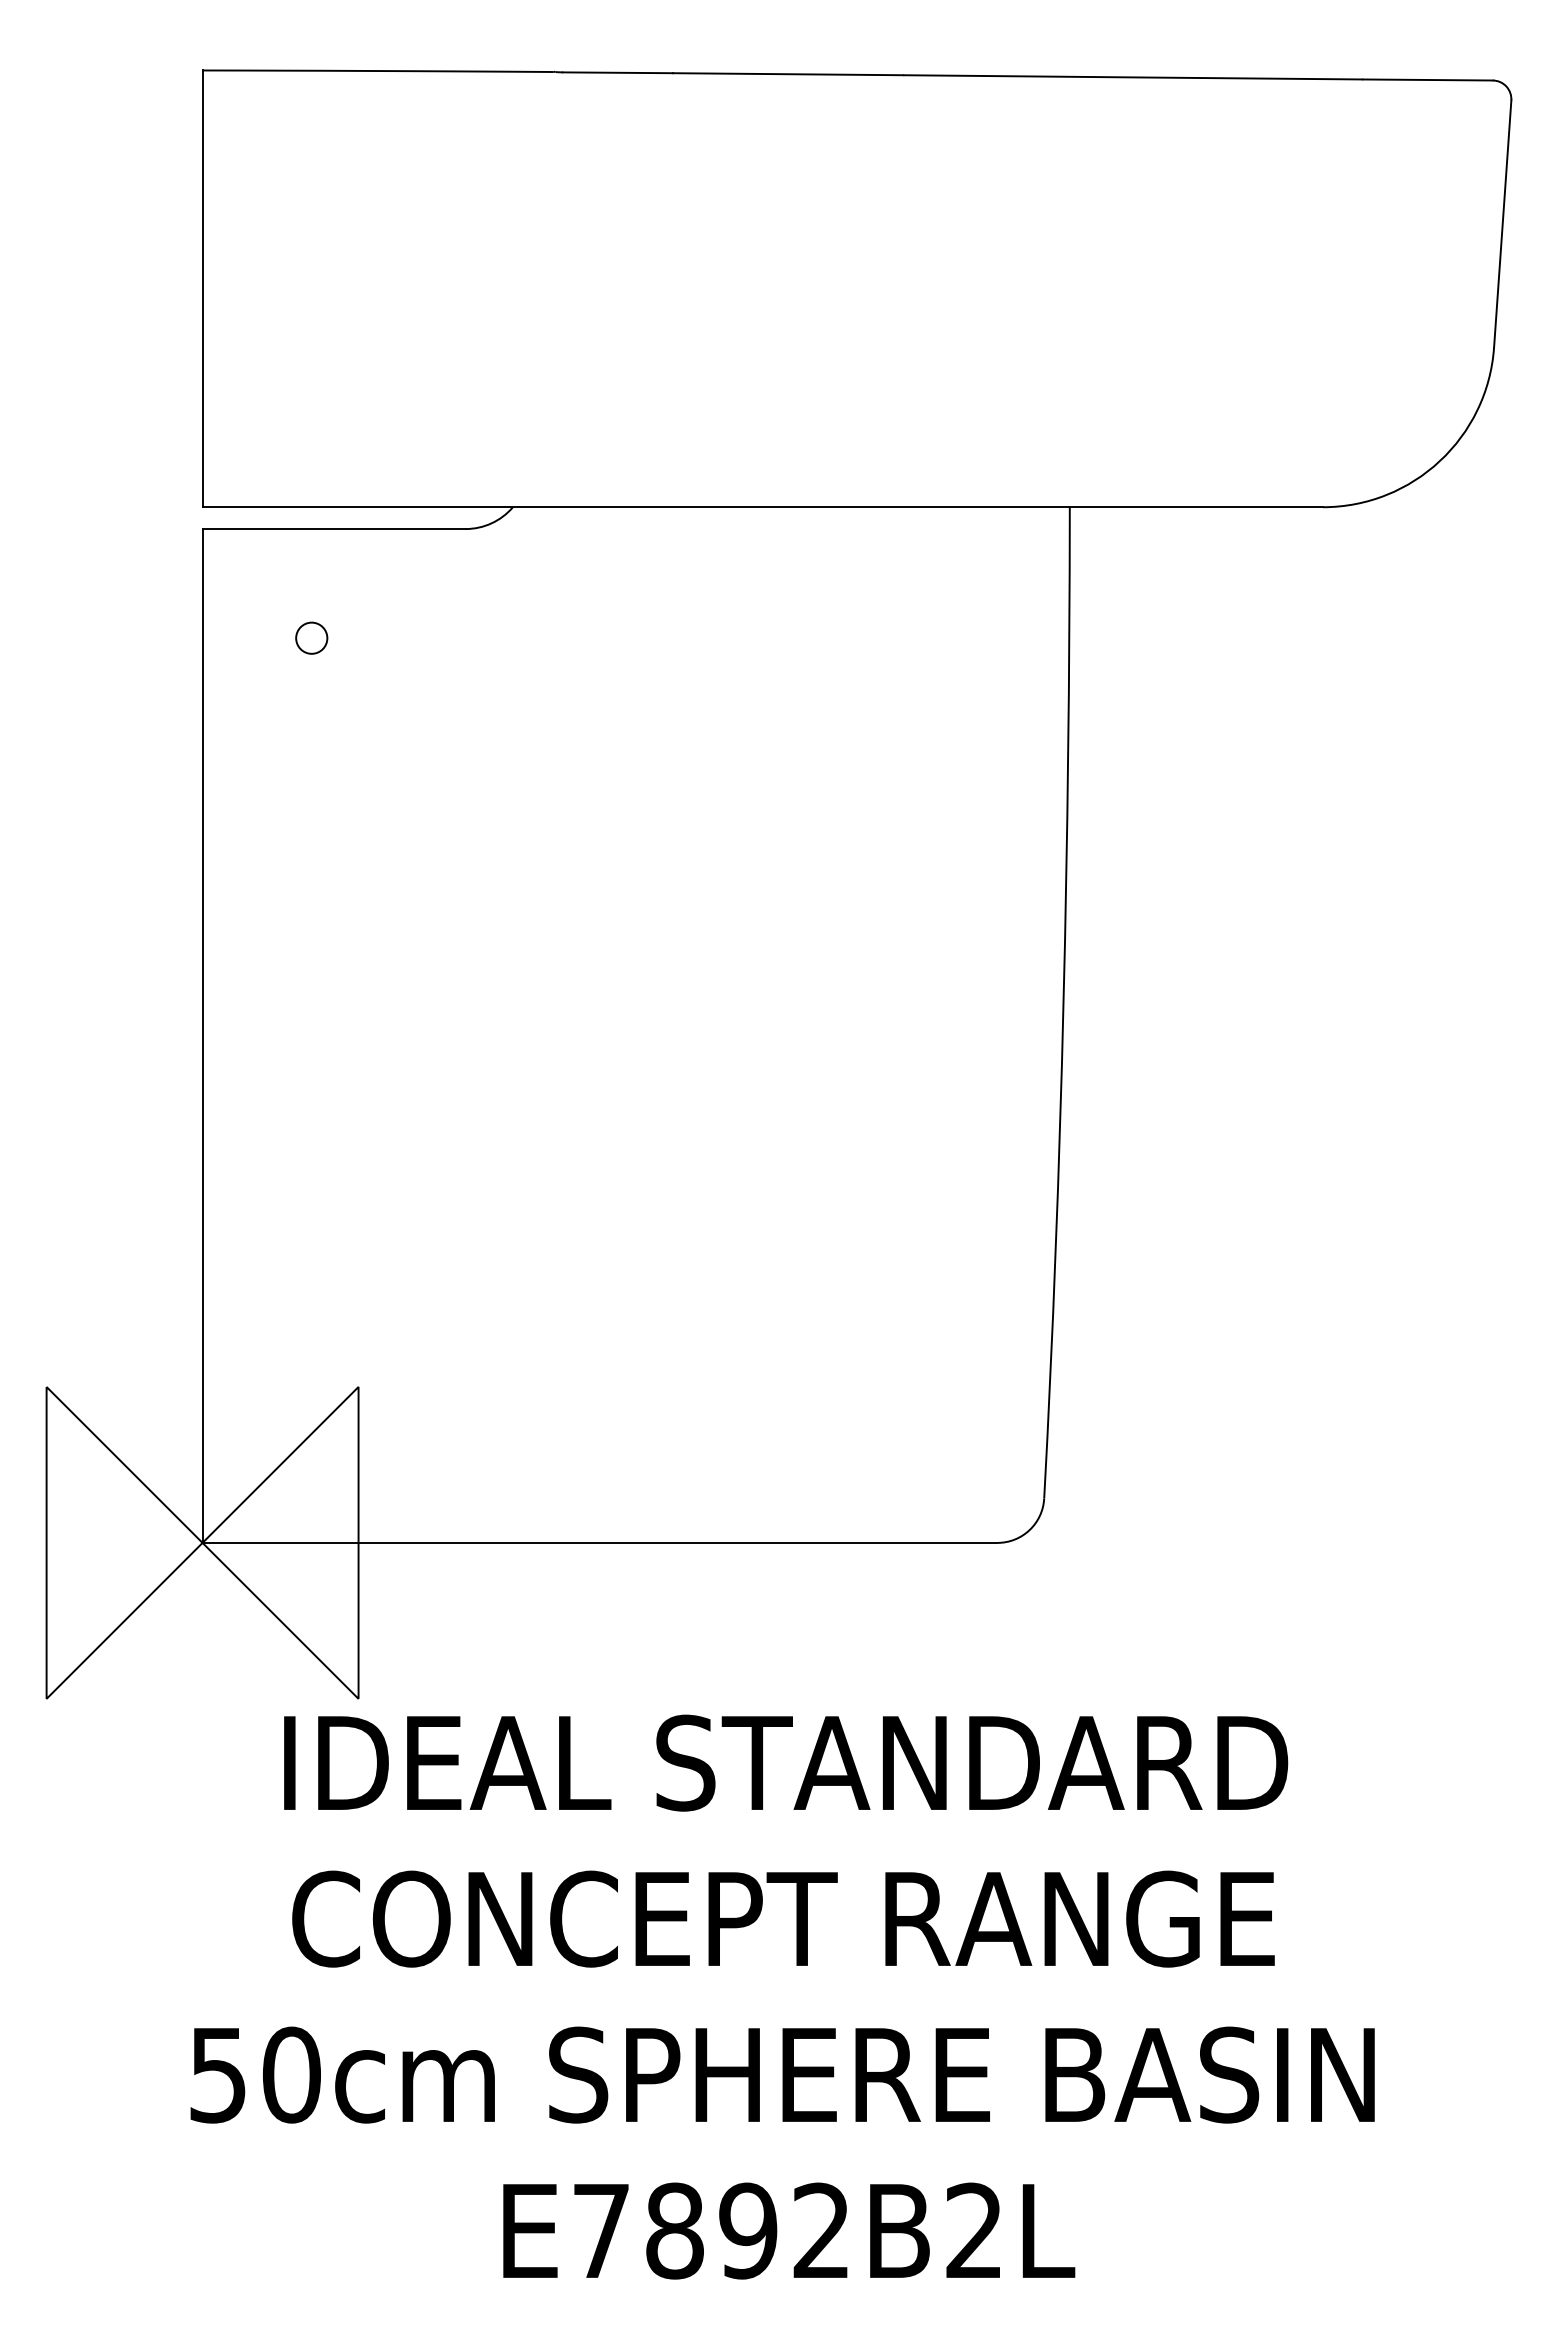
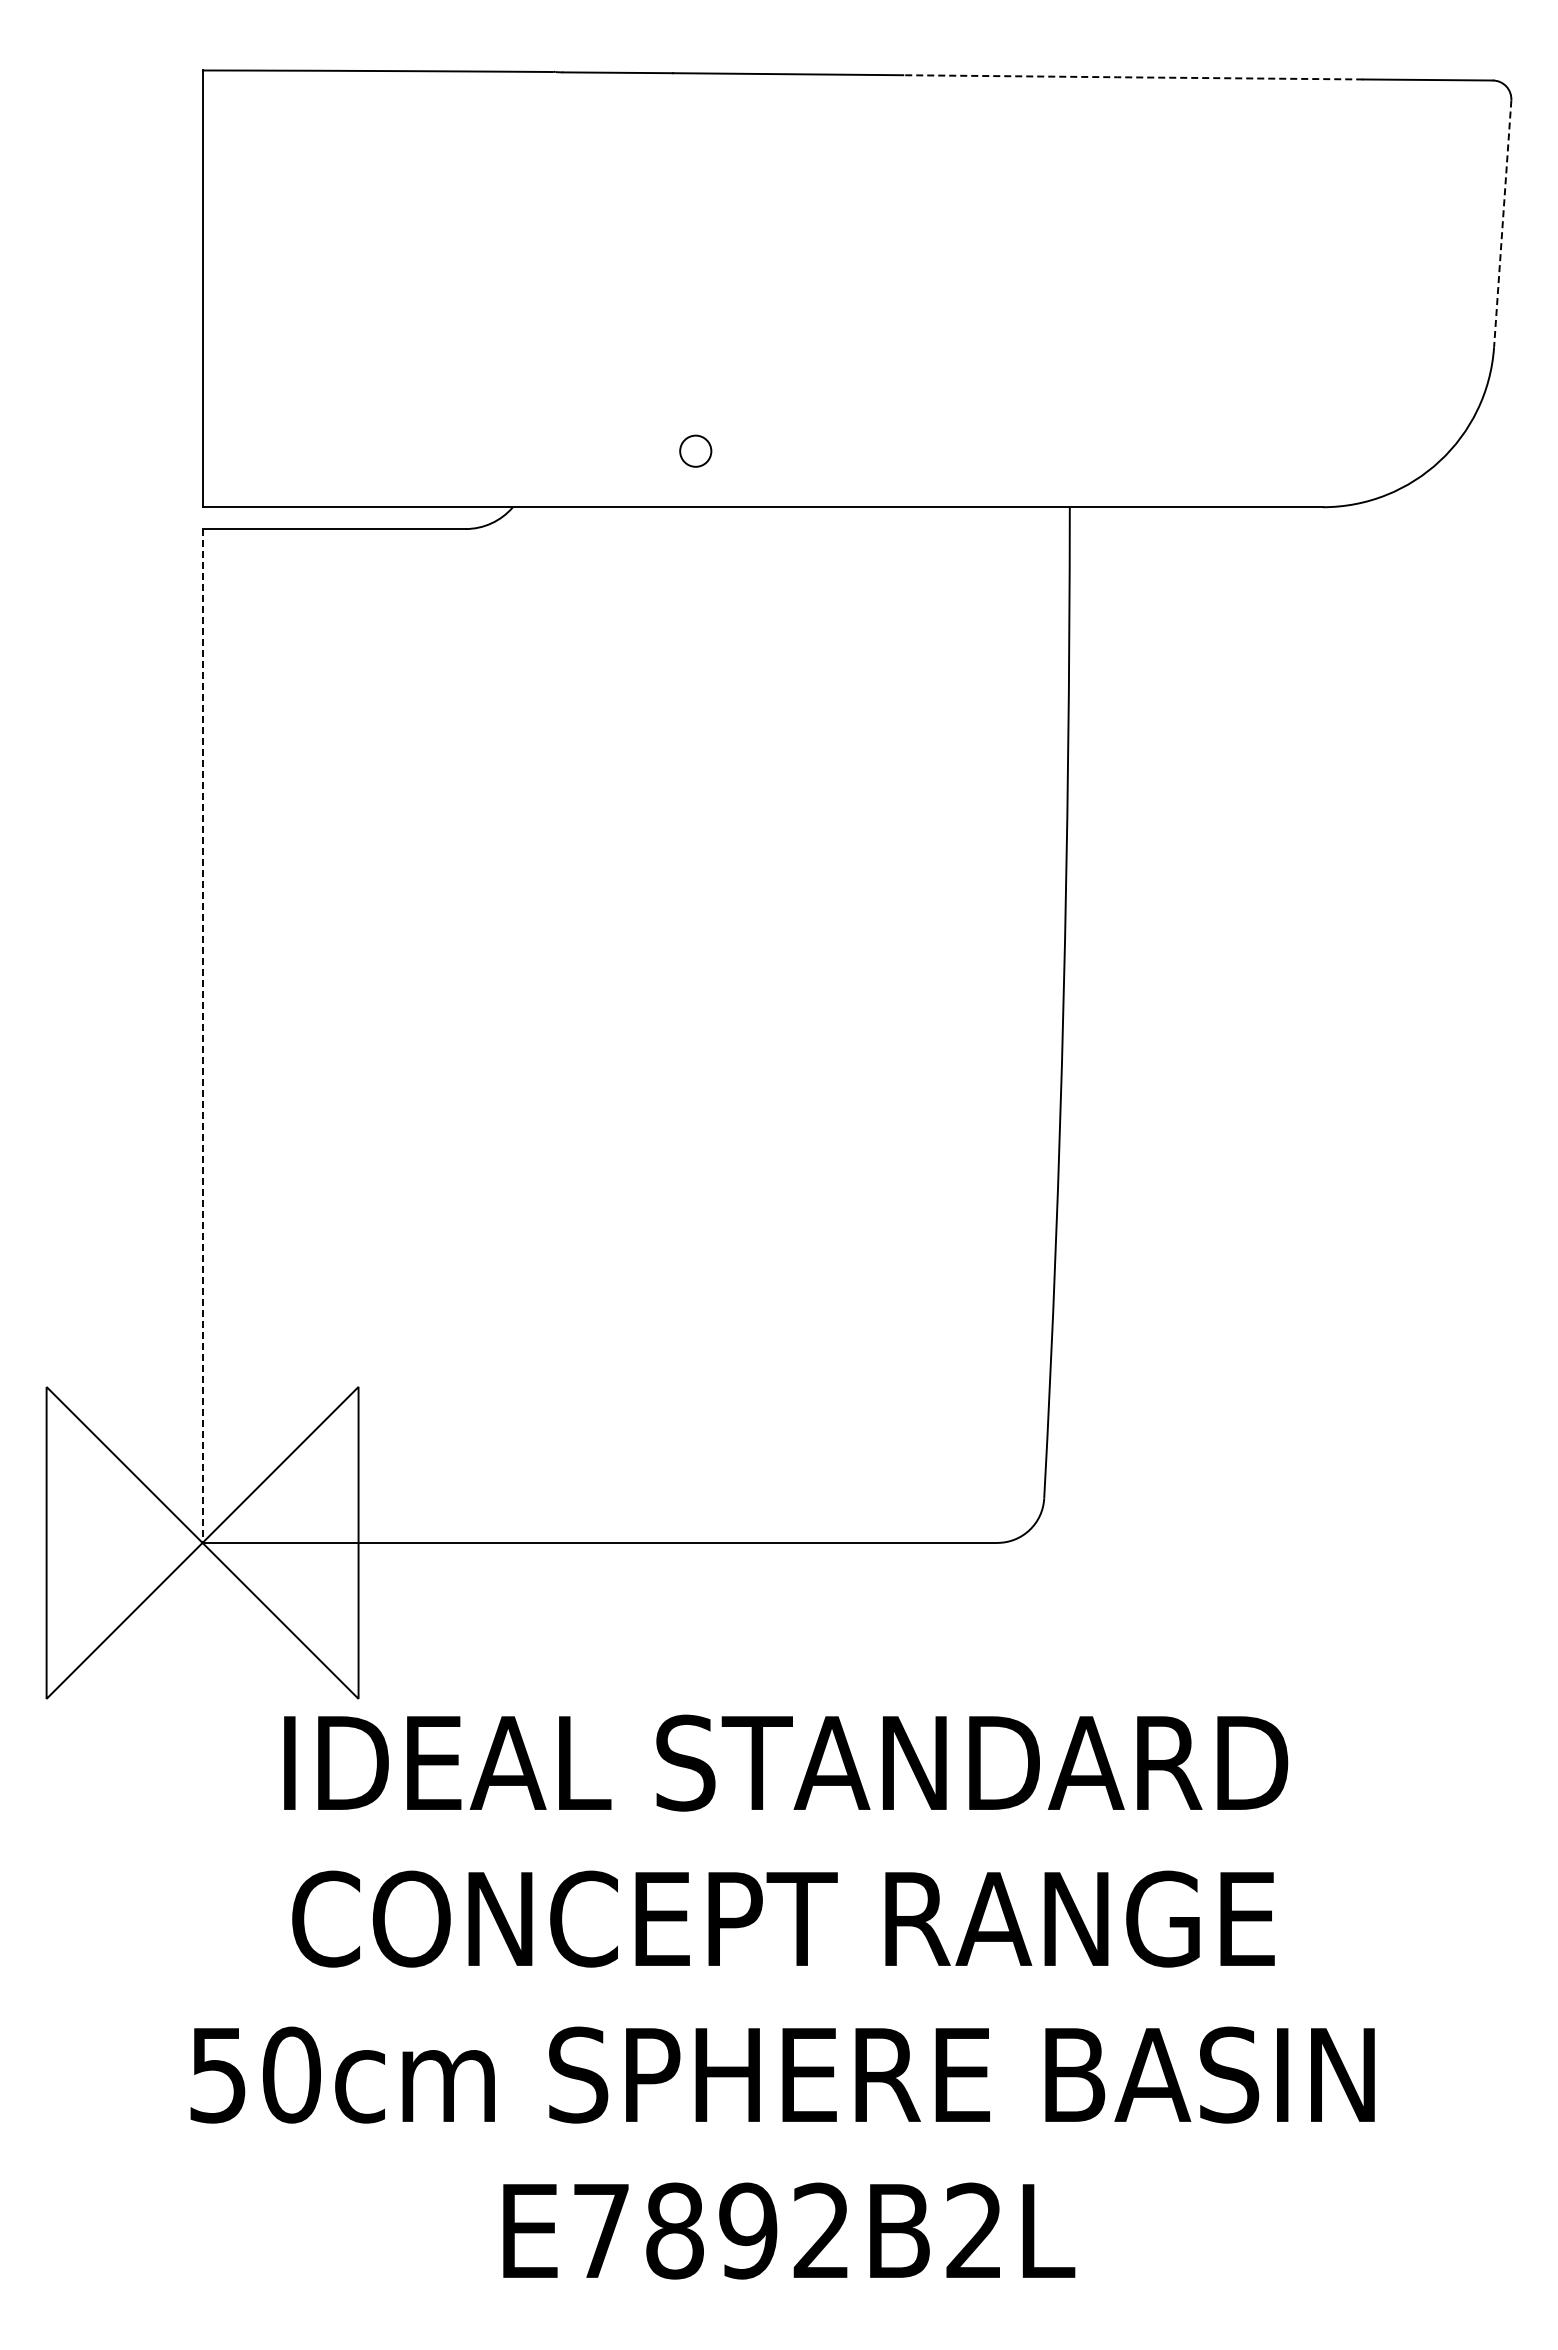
line at (1133, 77): solid -> dashed
line at (1502, 224): solid -> dashed
circle at (311, 637) position: (311, 637) -> (695, 450)
line at (202, 1035): solid -> dashed
